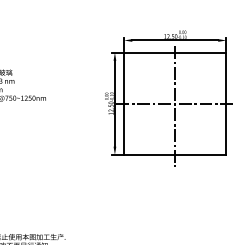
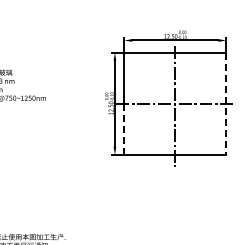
line at (226, 104): solid -> dashed
line at (124, 129): solid -> dashed
